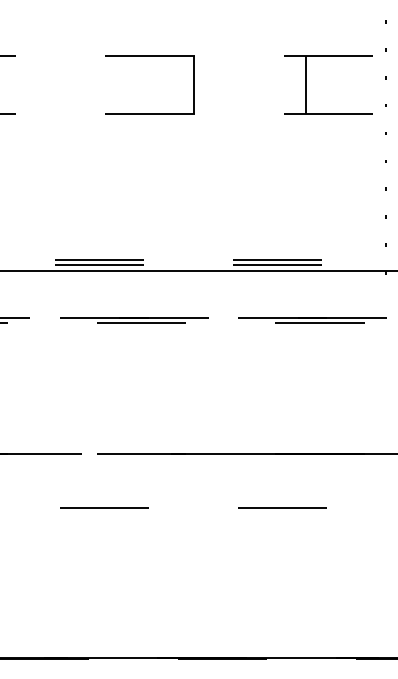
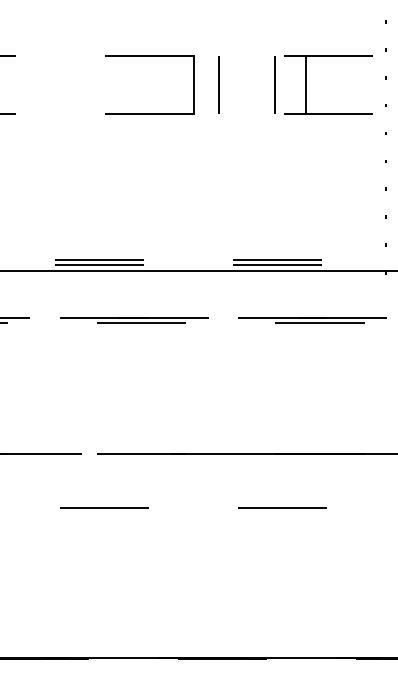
line at (218, 85): none -> present
line at (274, 85): none -> present
